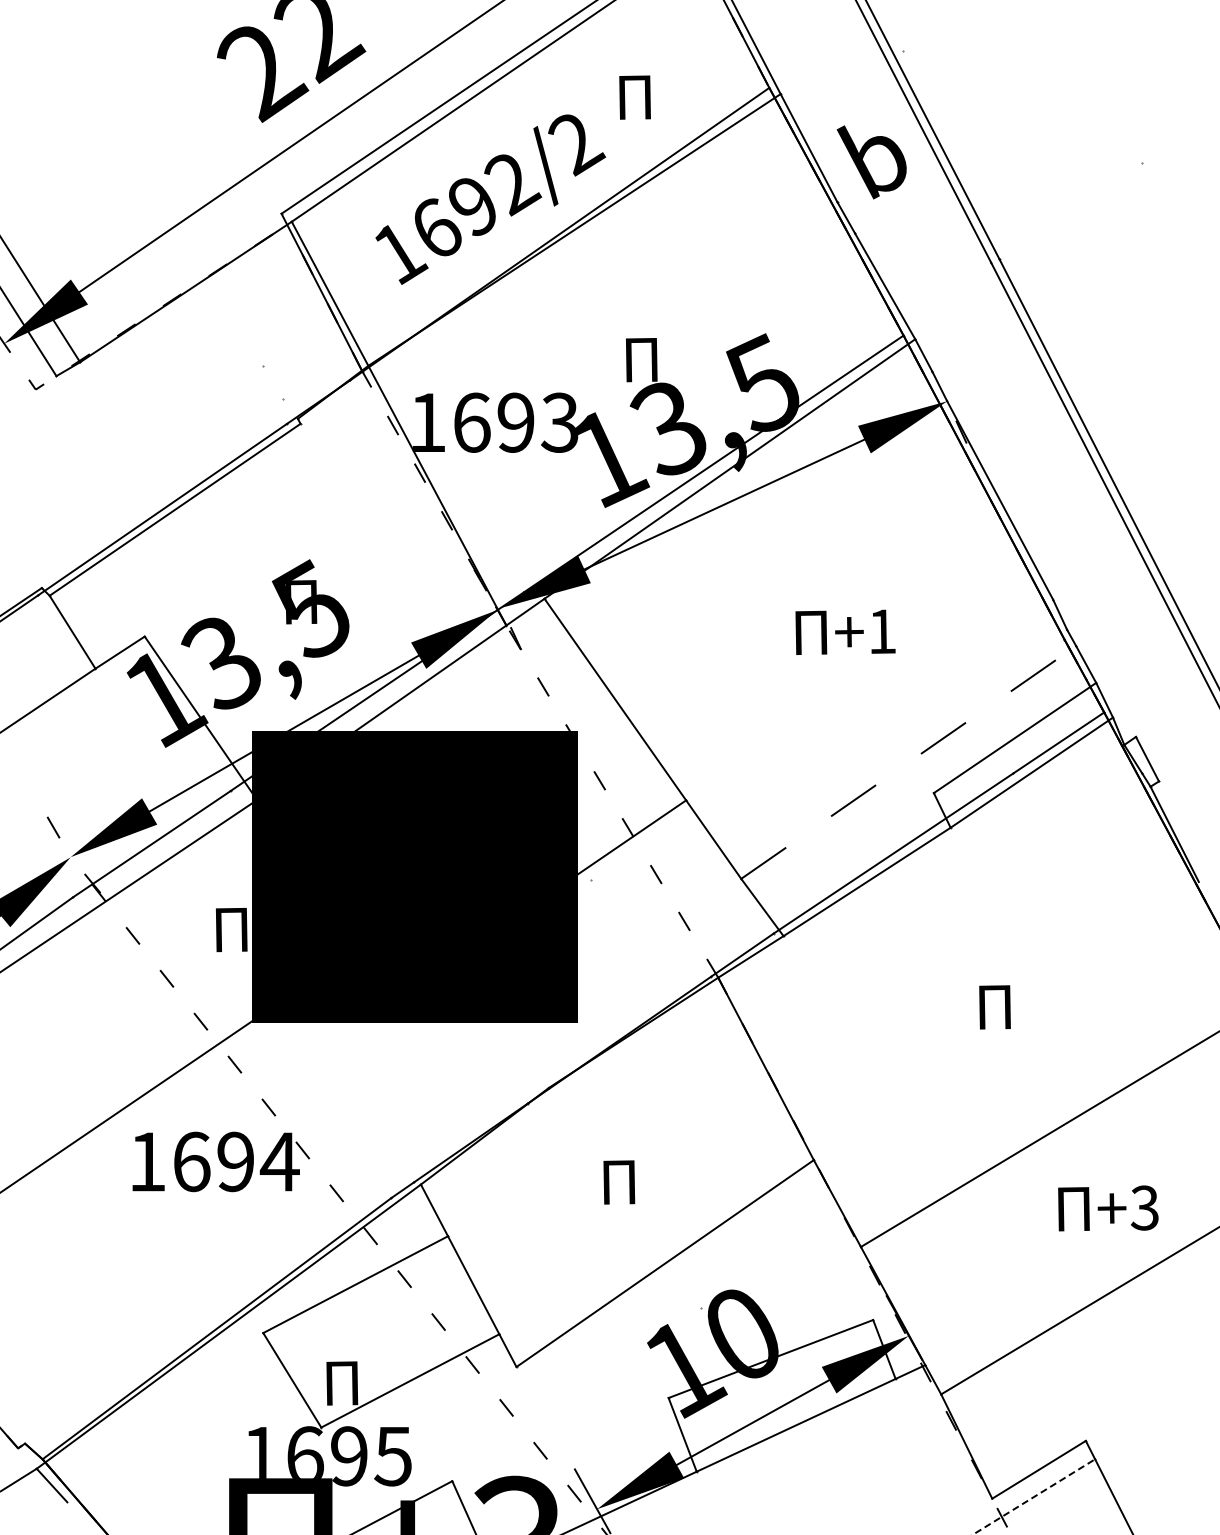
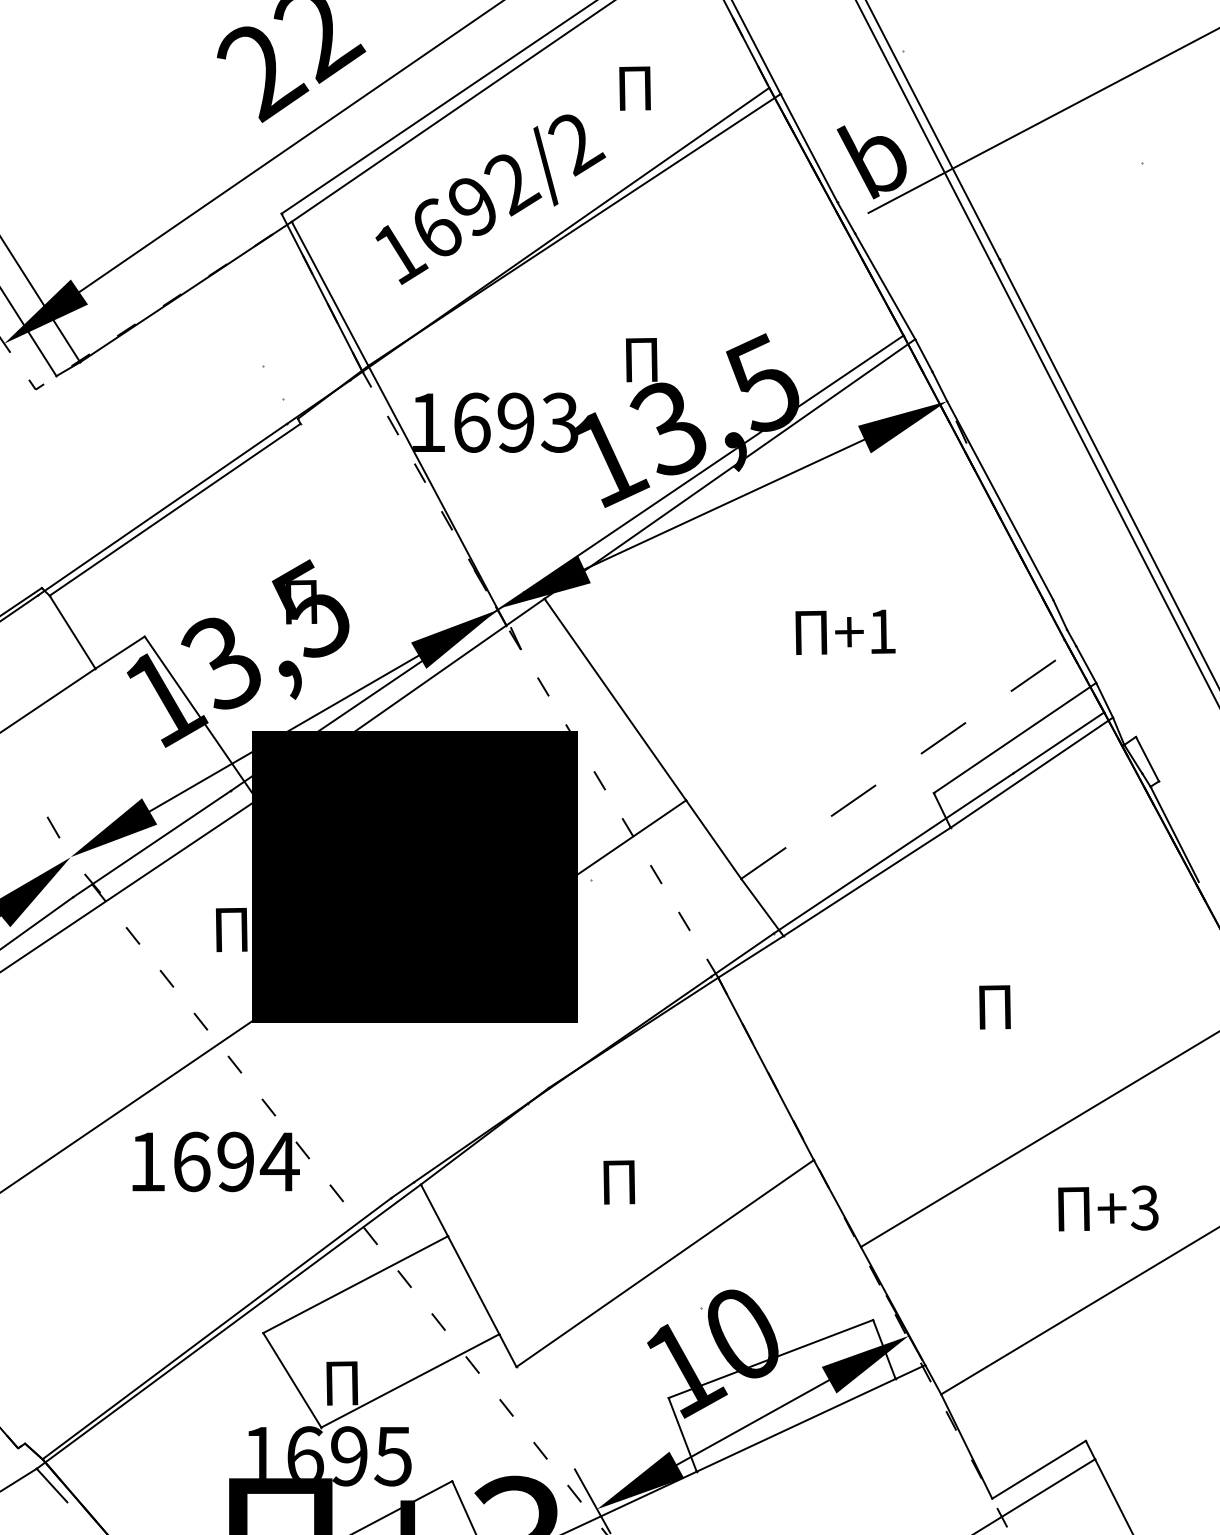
text at (634, 97) position: (634, 97) -> (634, 88)
line at (1042, 121): none -> present
line at (1033, 1497): dashed -> solid
